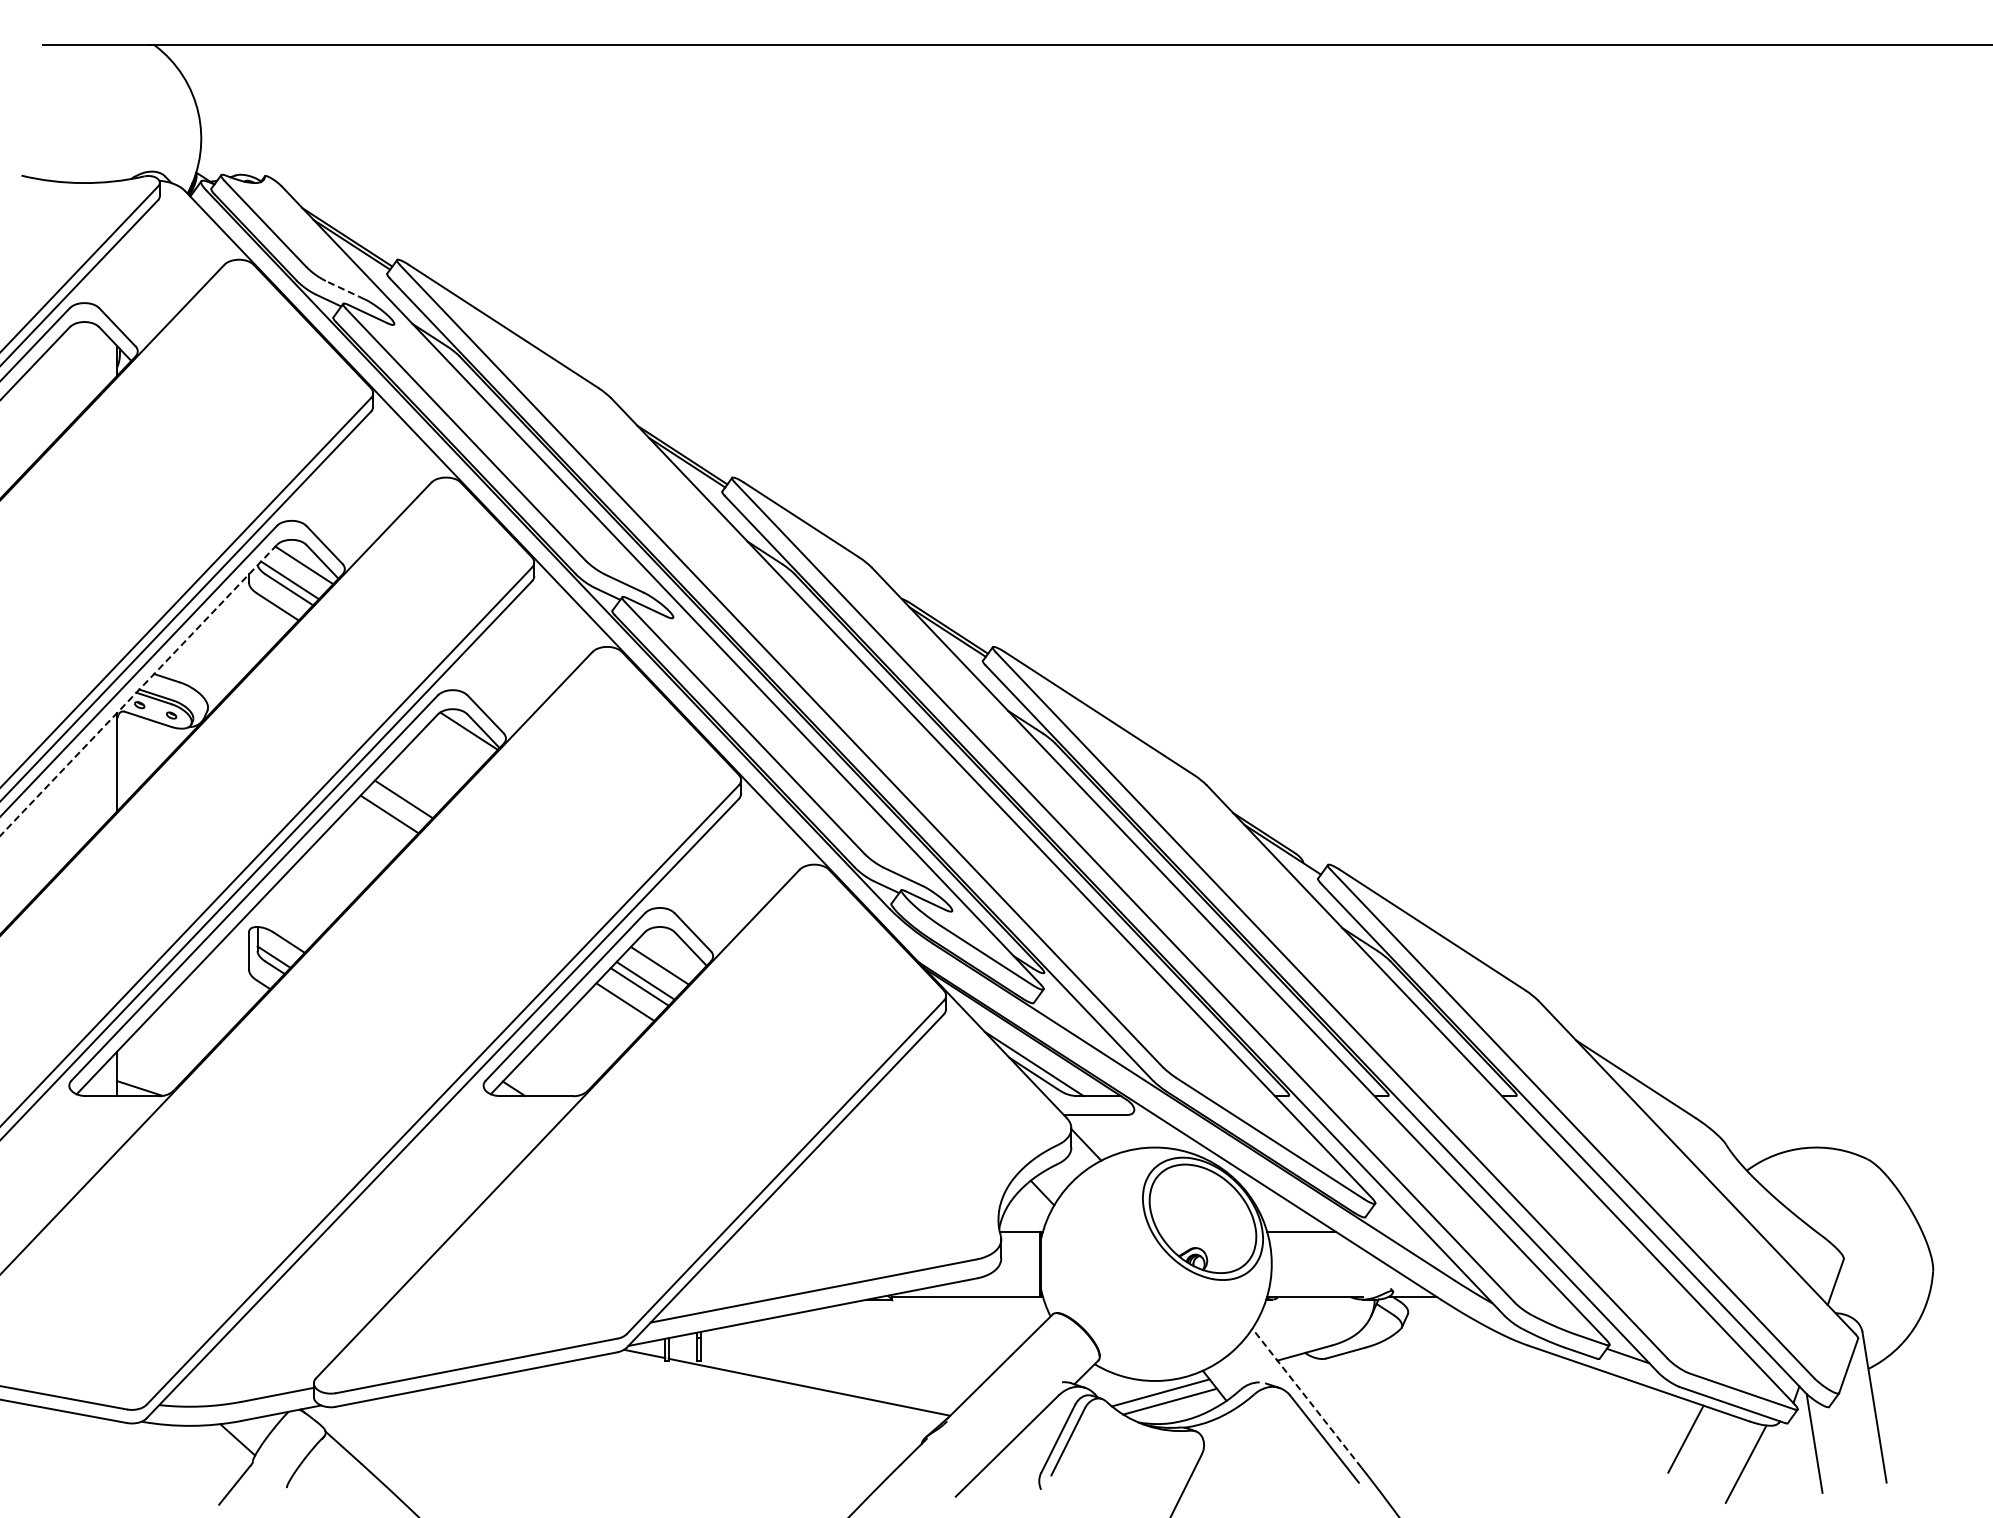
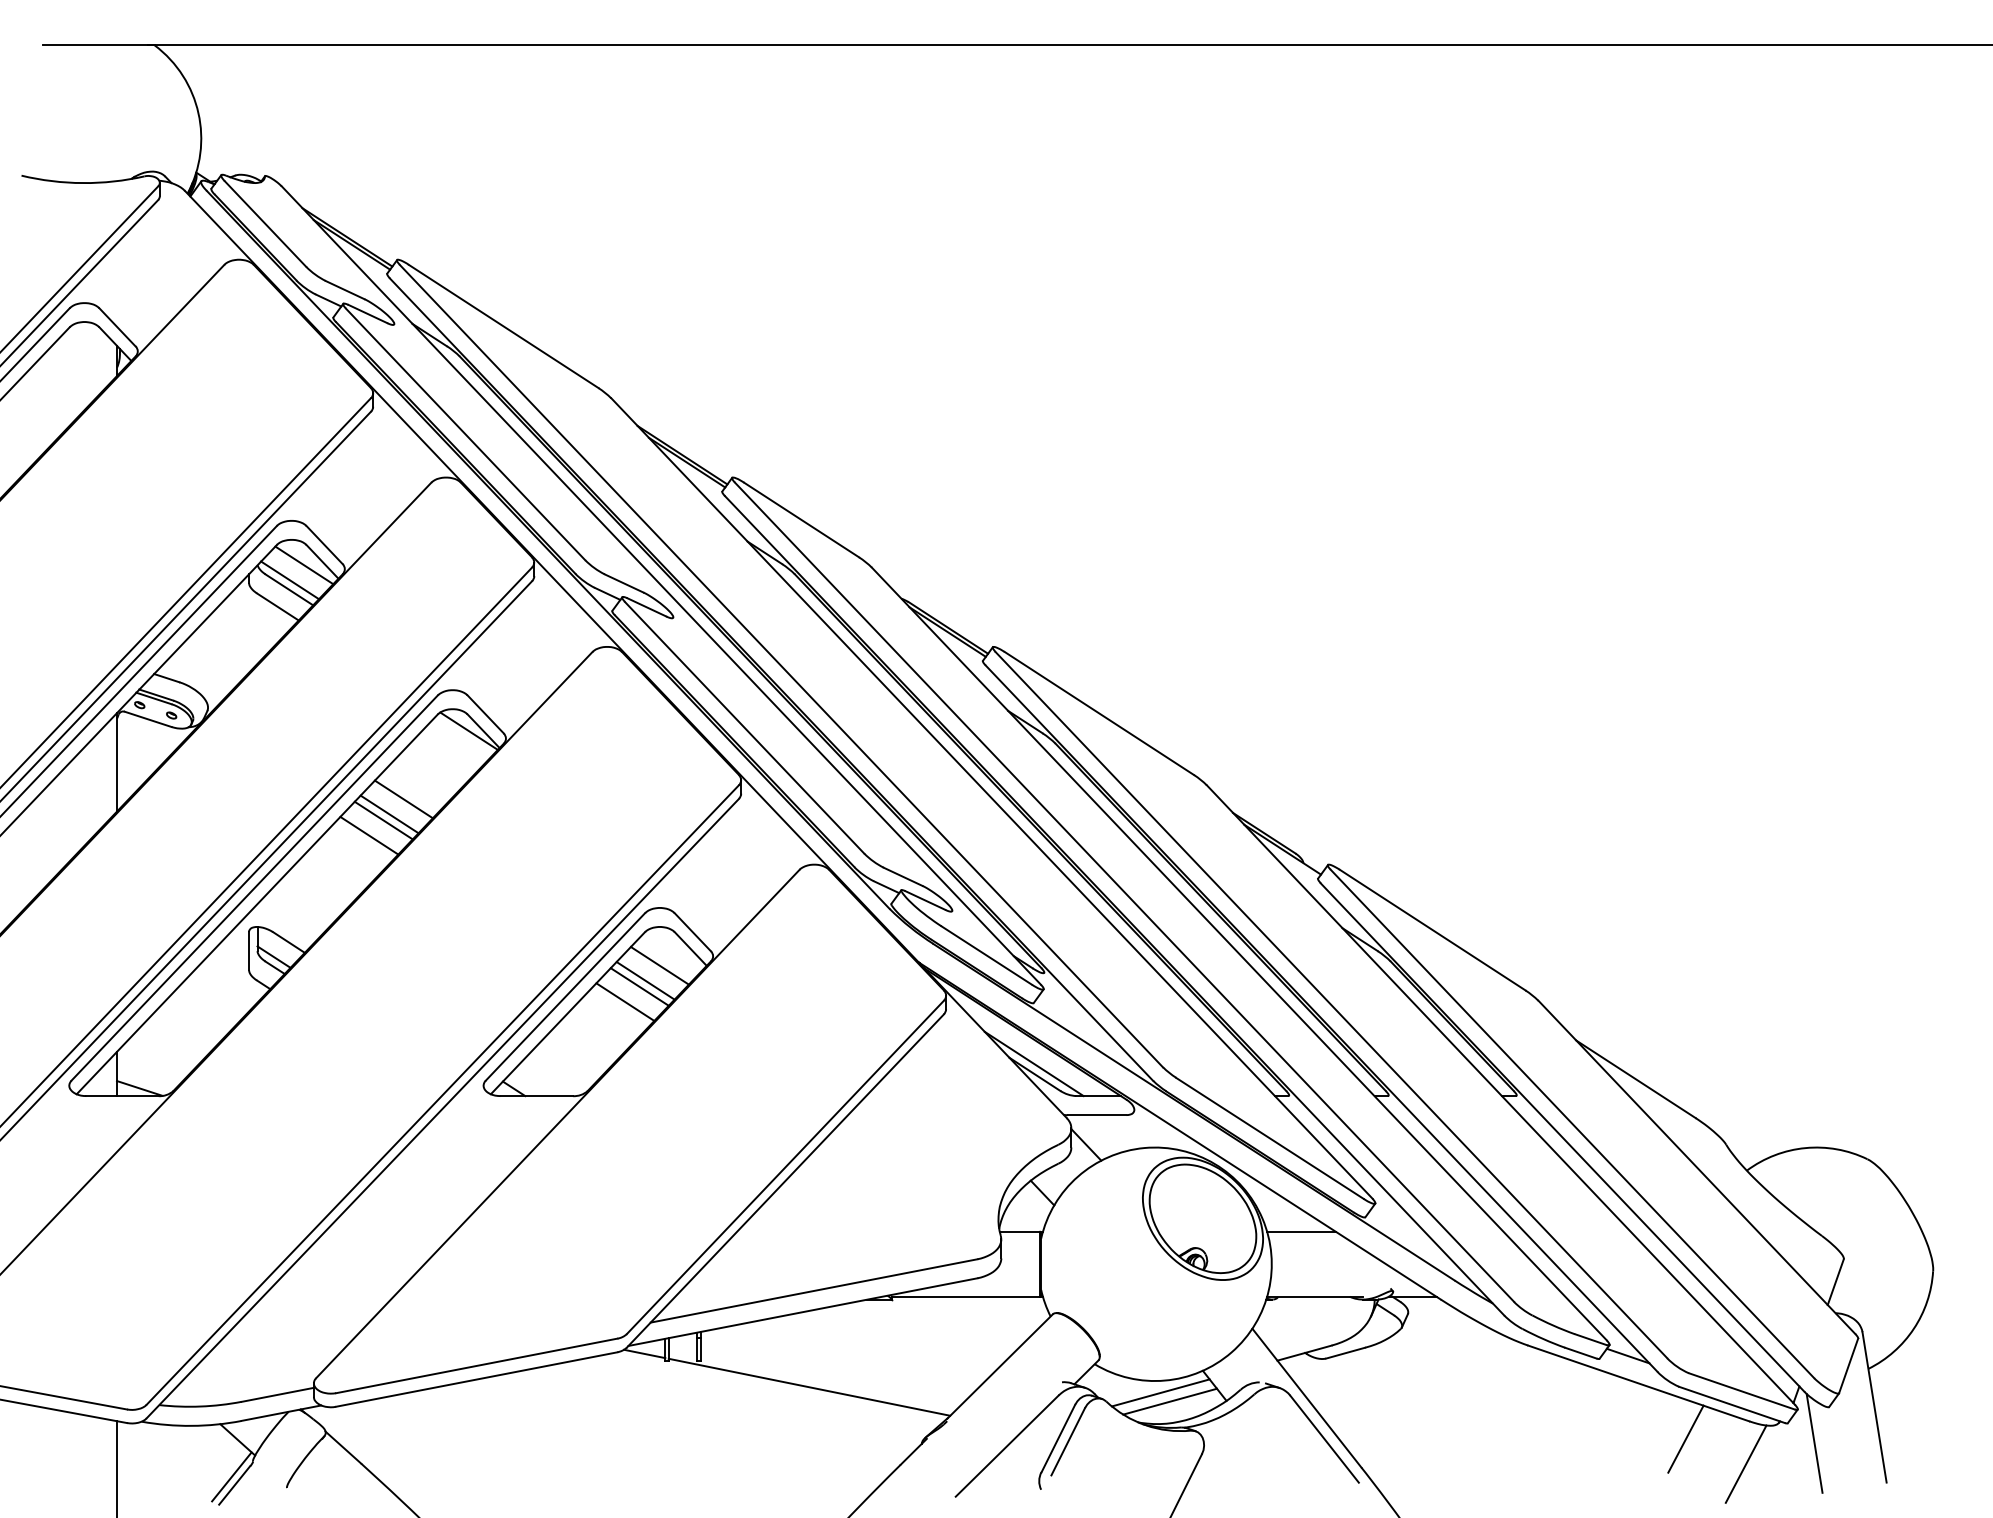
line at (344, 289): dashed -> solid
line at (138, 690): dashed -> solid
line at (383, 820): none -> present
line at (369, 835): none -> present
line at (1306, 1397): dashed -> solid
line at (117, 1467): none -> present
line at (231, 1476): none -> present
